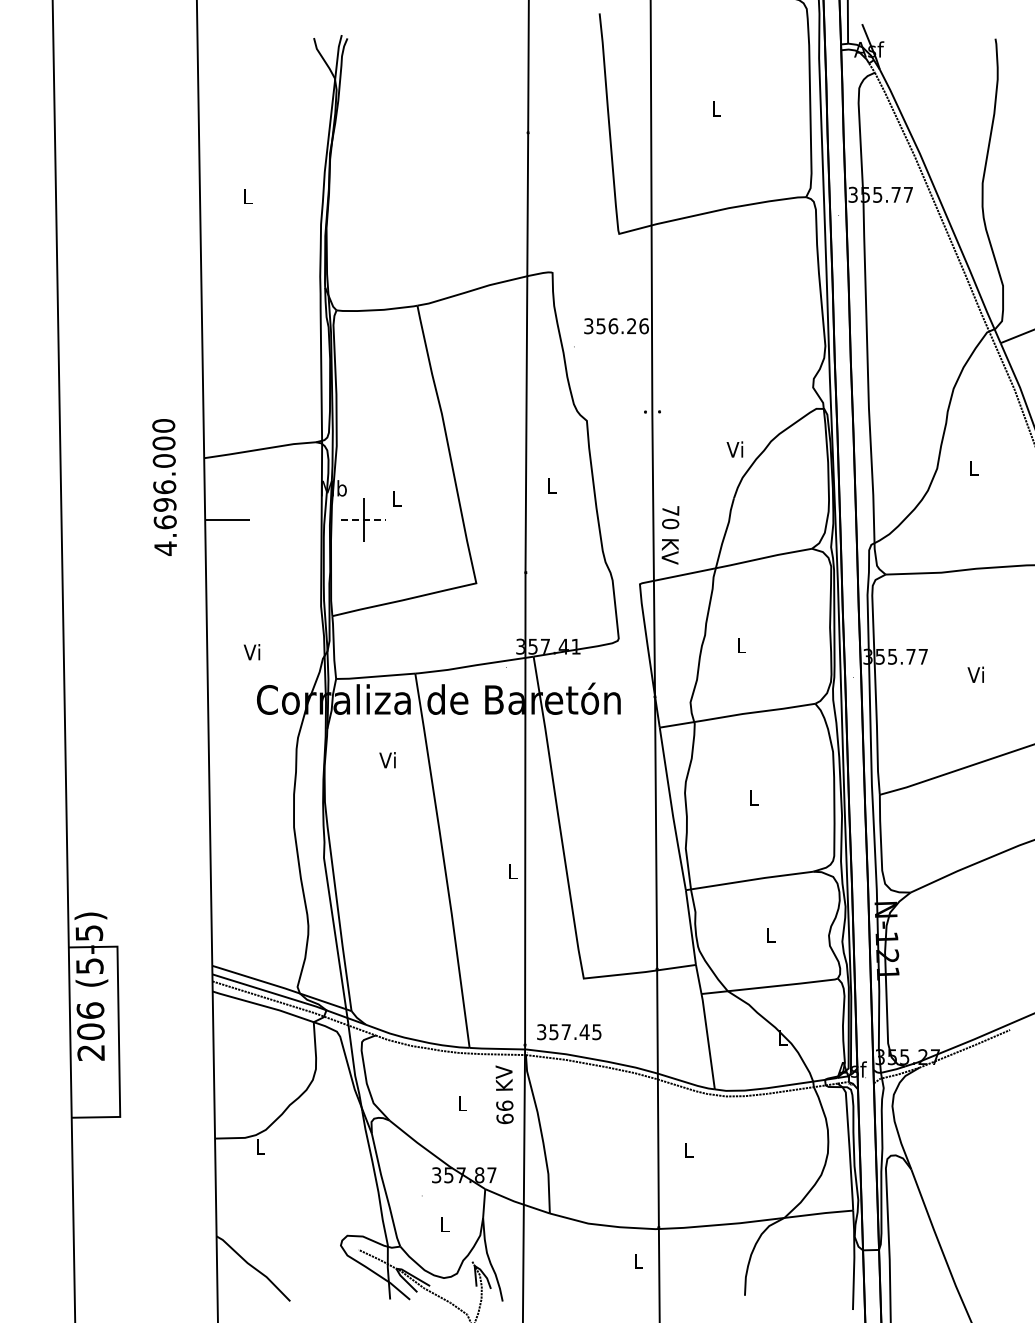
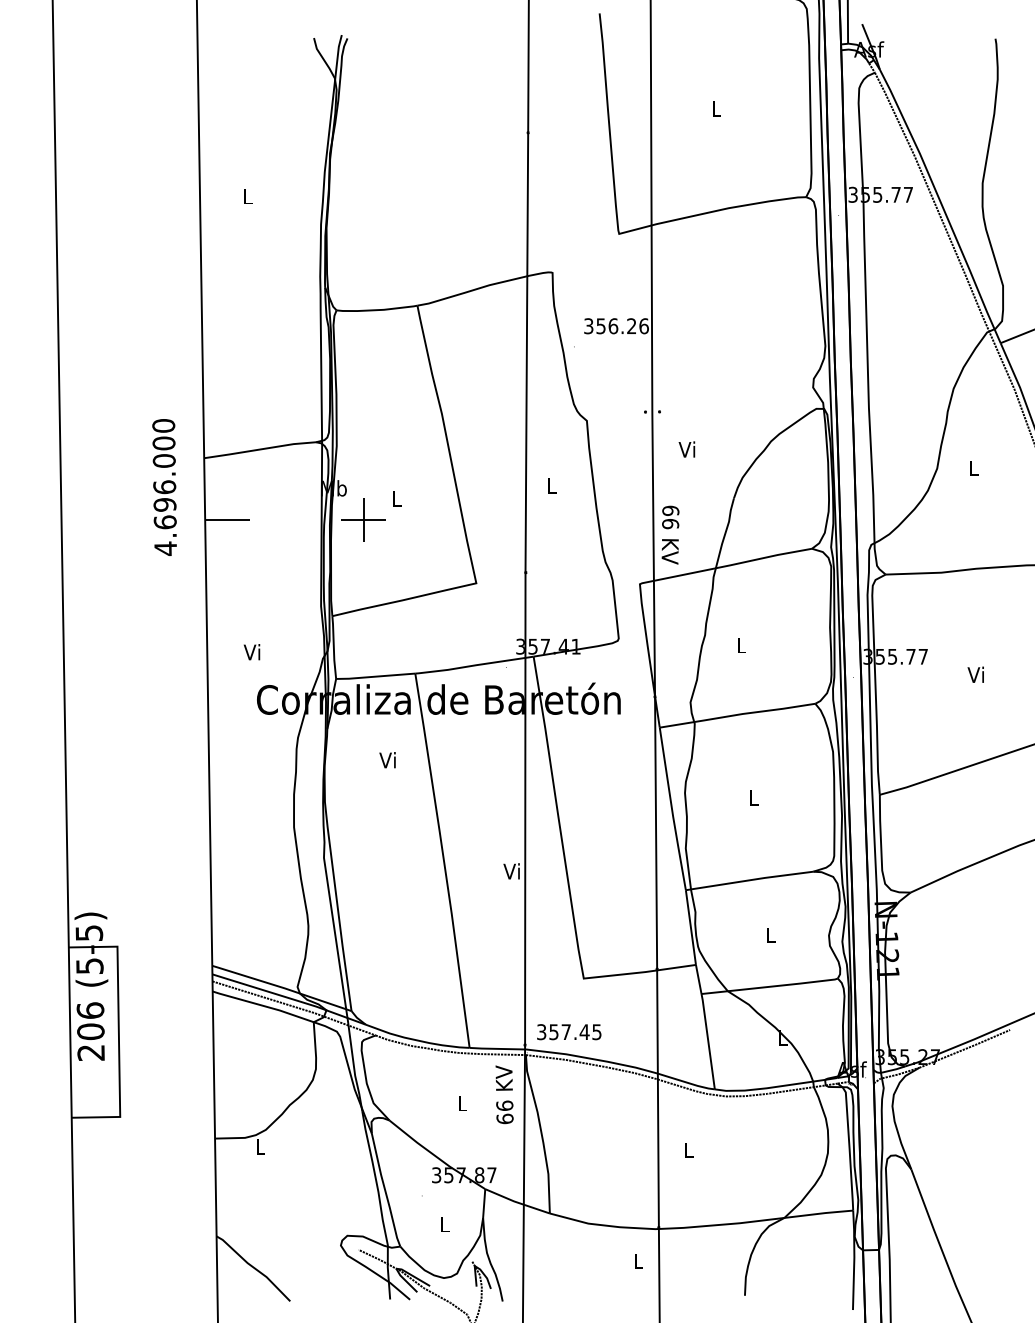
text at (734, 449) position: (734, 449) -> (686, 449)
text at (670, 517): 70 -> 66
line at (364, 519): dashed -> solid
text at (511, 871): L -> Vi
